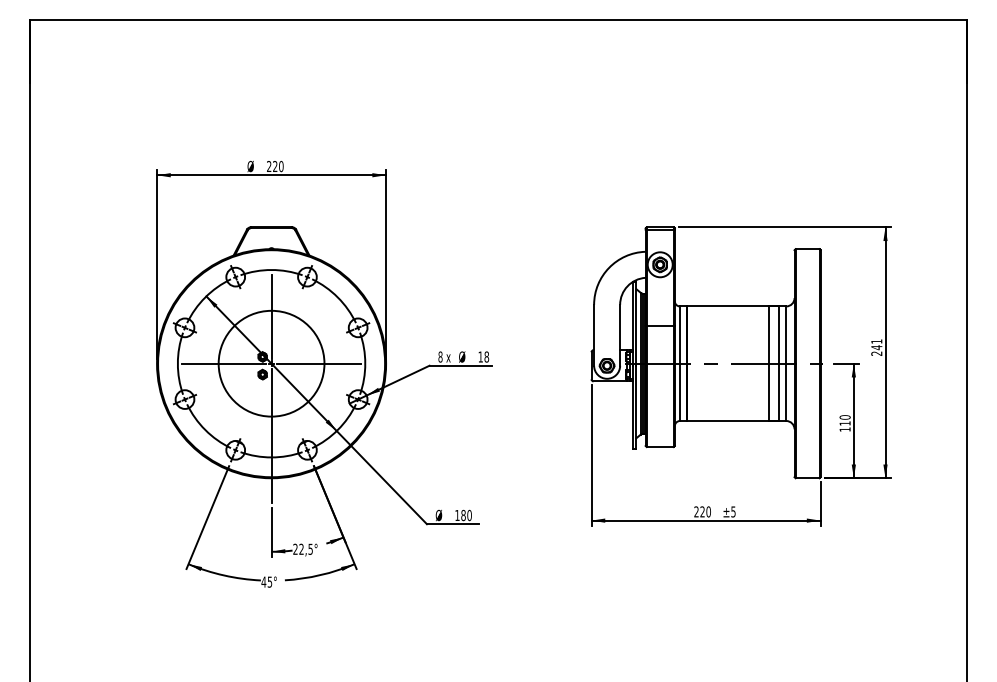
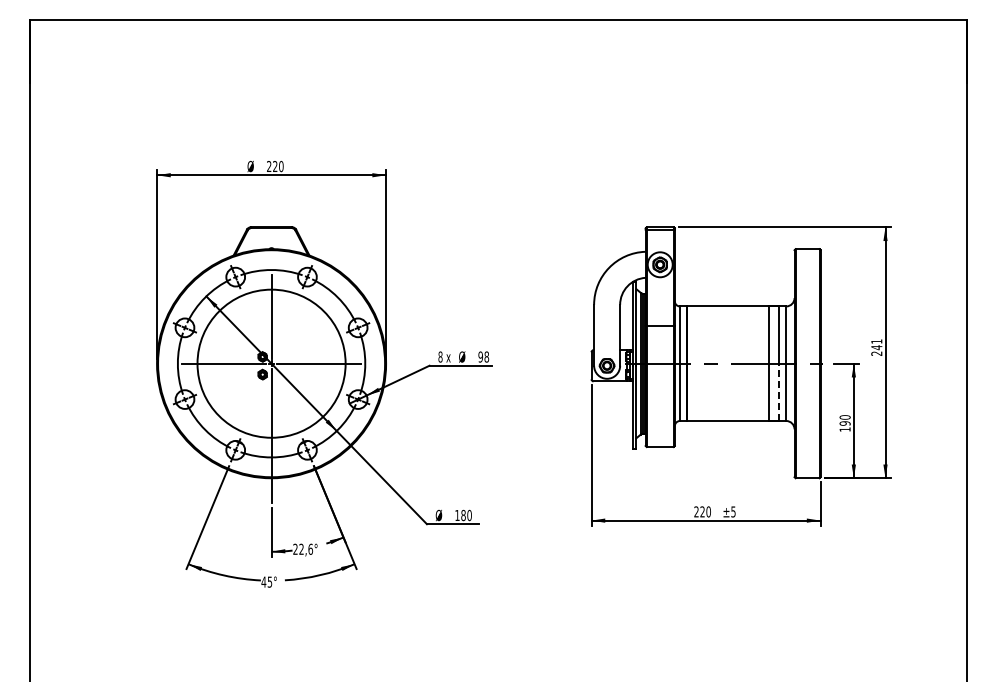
text at (480, 356): 18 -> 98
circle at (271, 363) diameter: 106 px -> 148 px
line at (778, 392): solid -> dashed
text at (844, 423): 110 -> 190
text at (310, 548): 22,5° -> 22,6°
